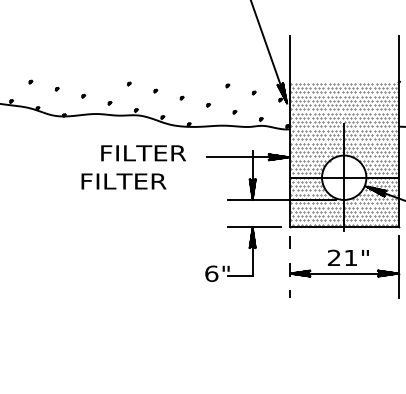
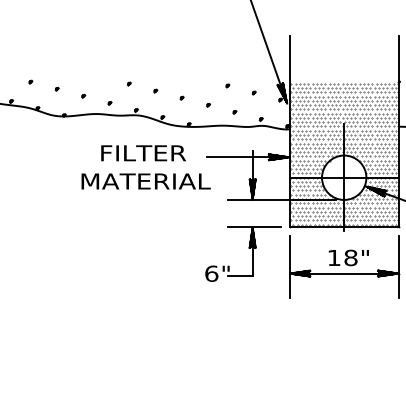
text at (147, 181): FILTER -> MATERIAL
text at (342, 257): 21" -> 18"
line at (289, 267): dashed -> solid
